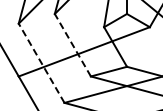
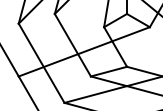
line at (72, 44): dashed -> solid
line at (41, 63): dashed -> solid
